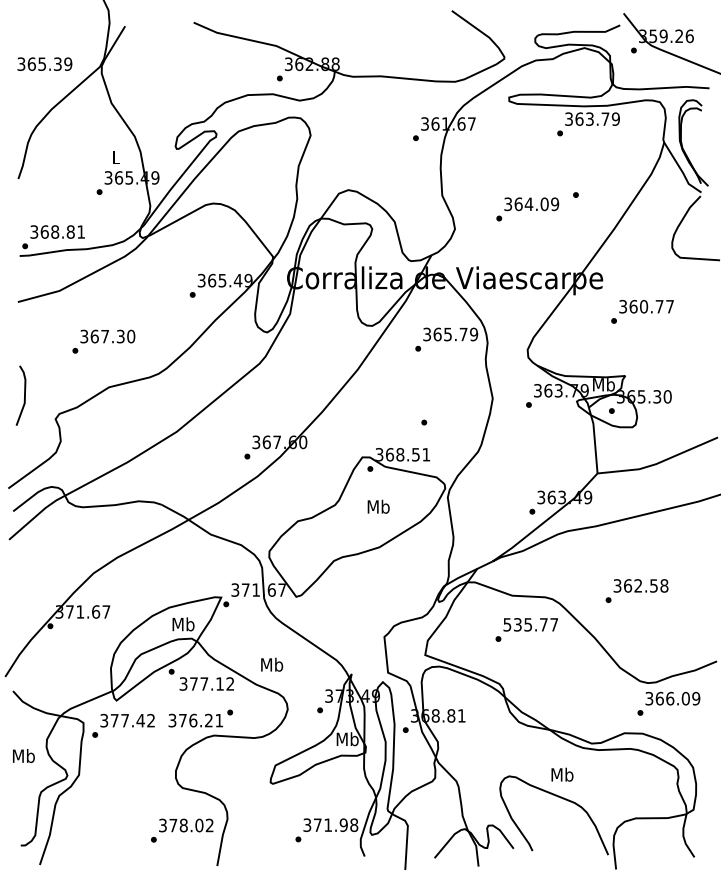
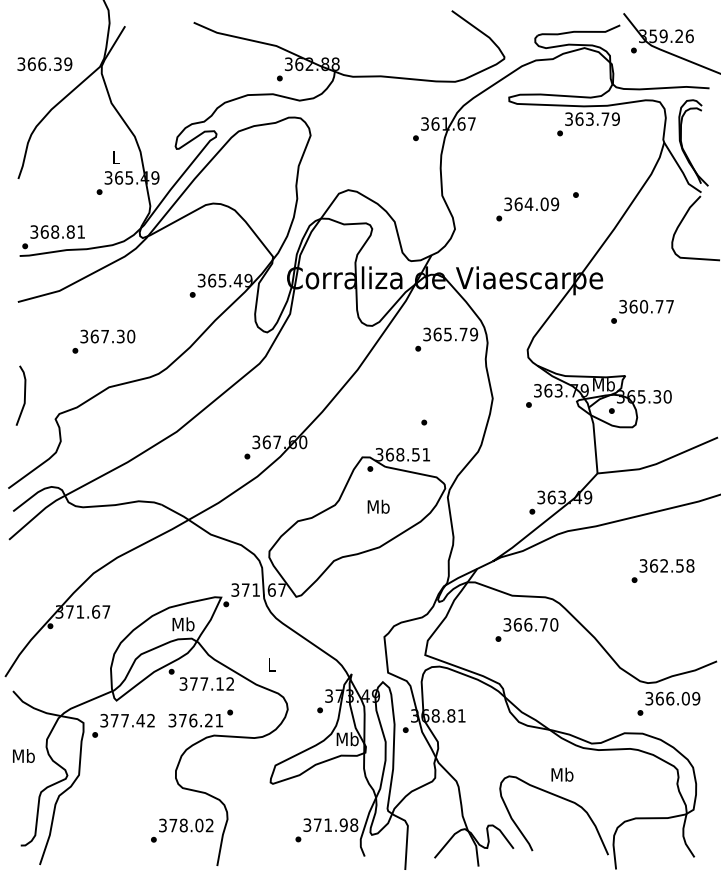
text at (42, 63): 365.39 -> 366.39
text at (636, 590) position: (636, 590) -> (662, 570)
text at (530, 624): 535.77 -> 366.70
text at (272, 664): Mb -> L
